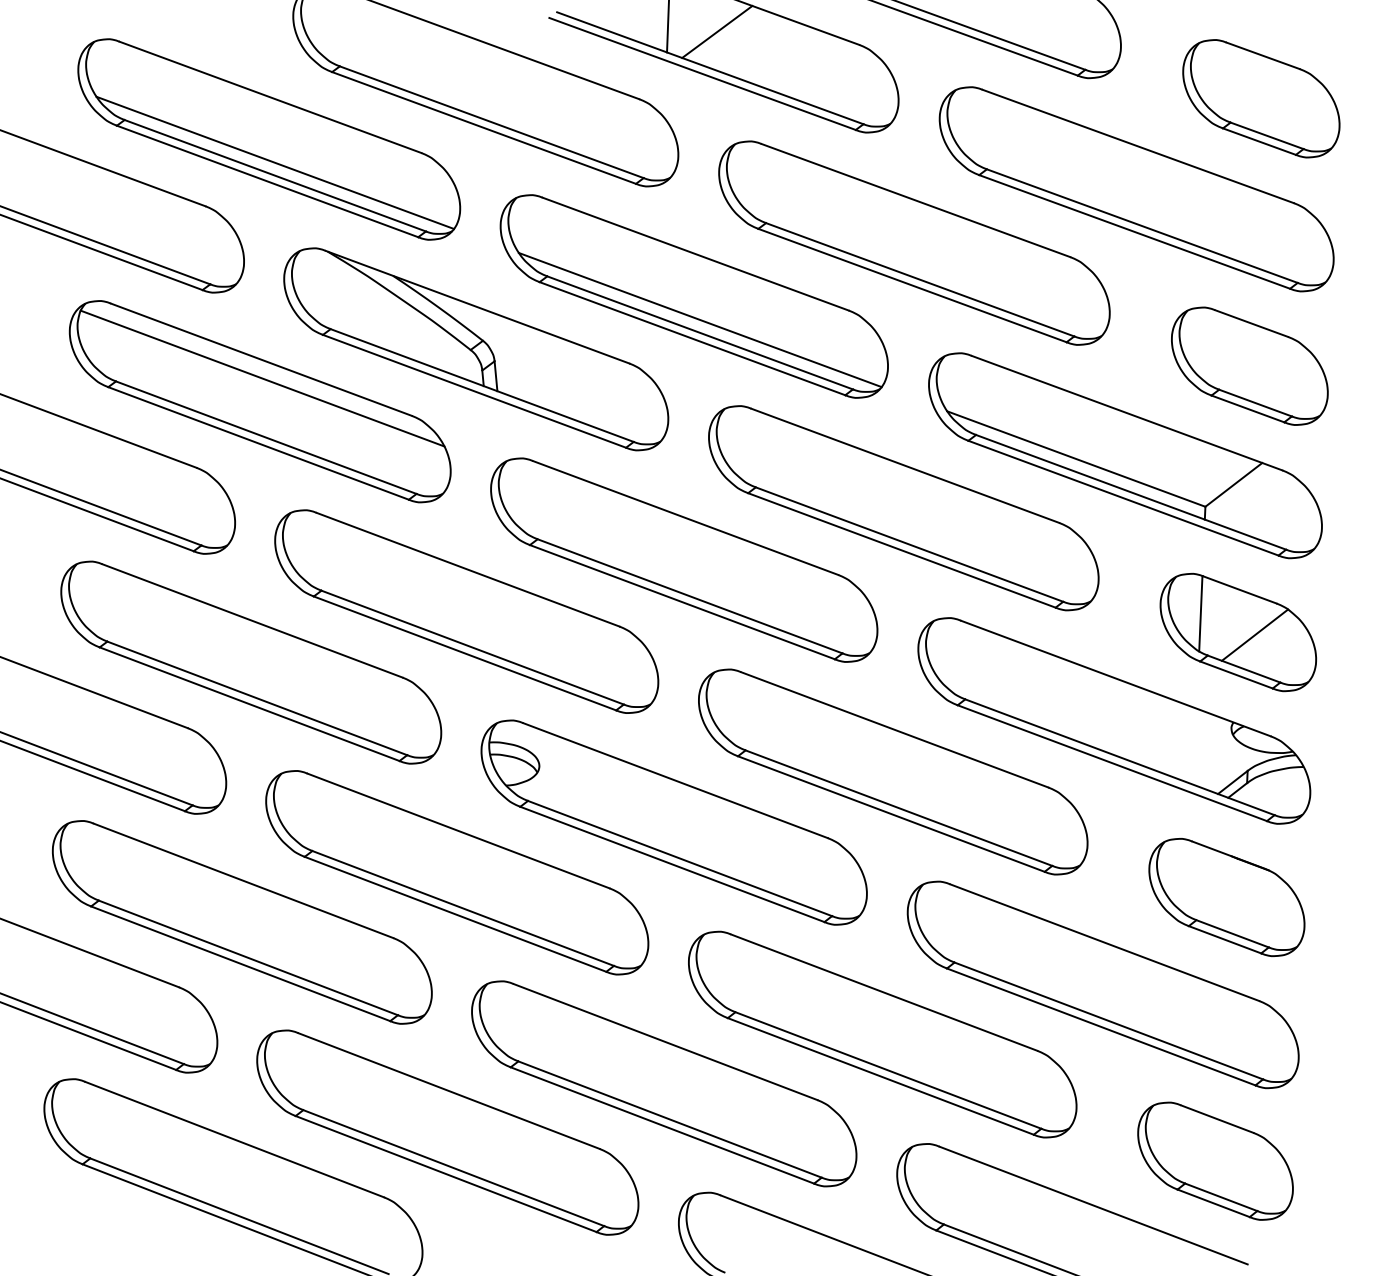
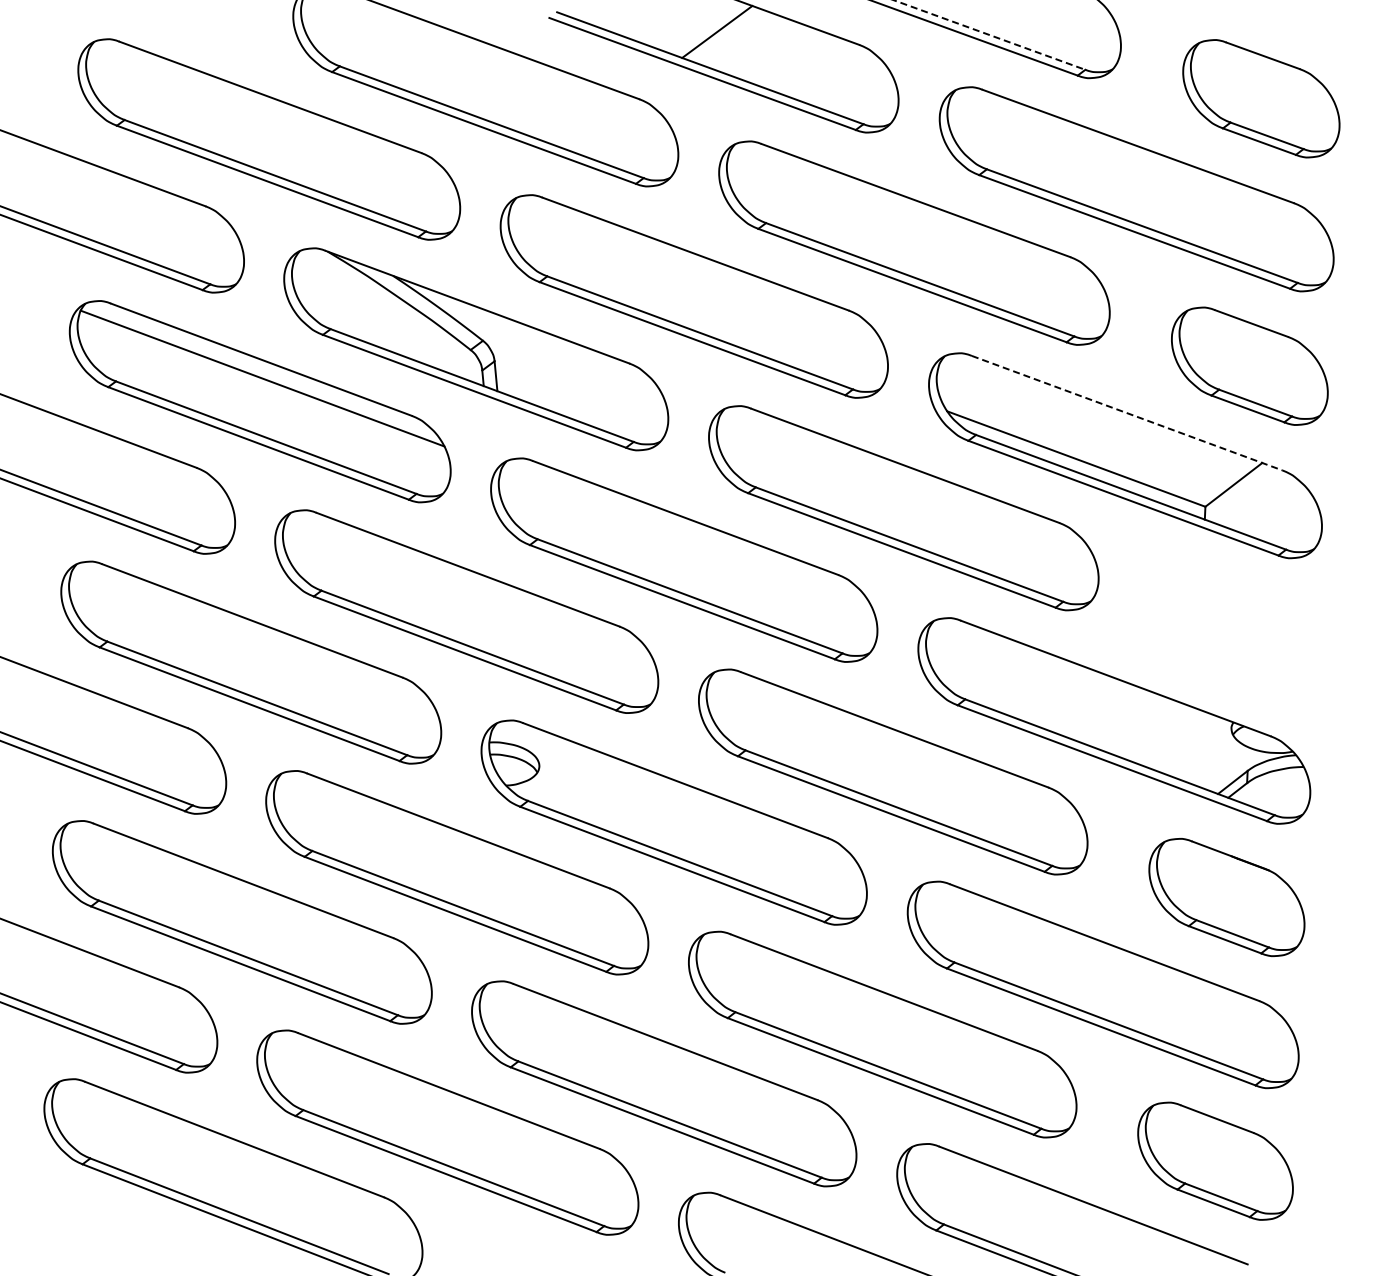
line at (667, 27): present -> none
line at (989, 35): solid -> dashed
line at (275, 162): present -> none
line at (699, 319): present -> none
line at (1127, 413): solid -> dashed
part at (1237, 632): present -> none
